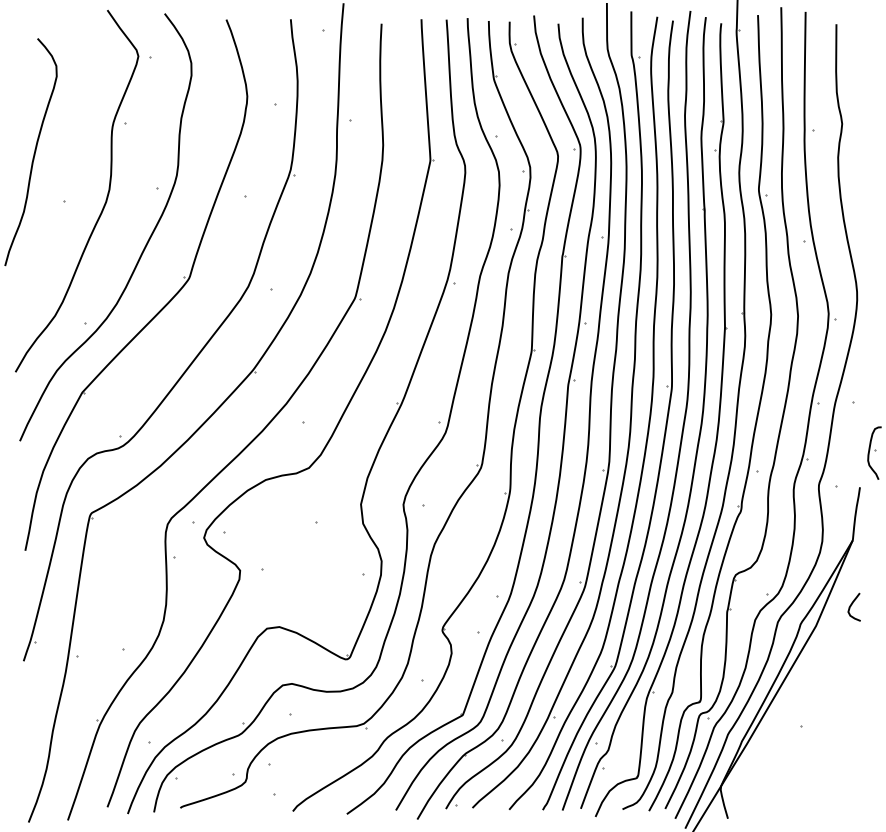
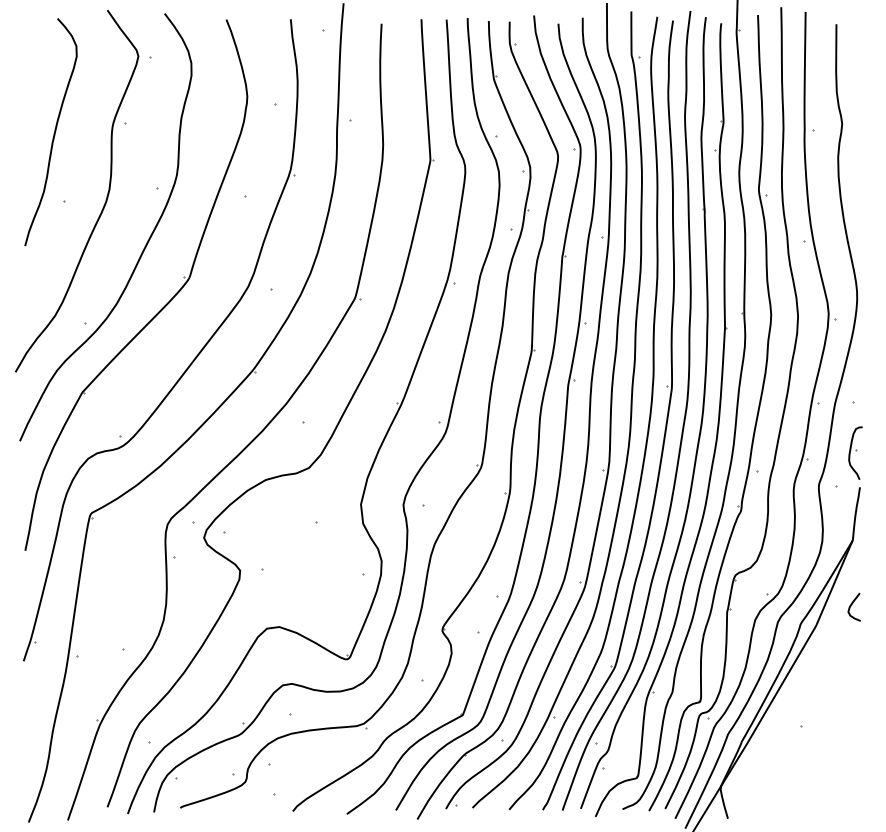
curve at (33, 153) position: (33, 153) -> (53, 133)
part at (874, 452) position: (874, 452) -> (855, 452)
